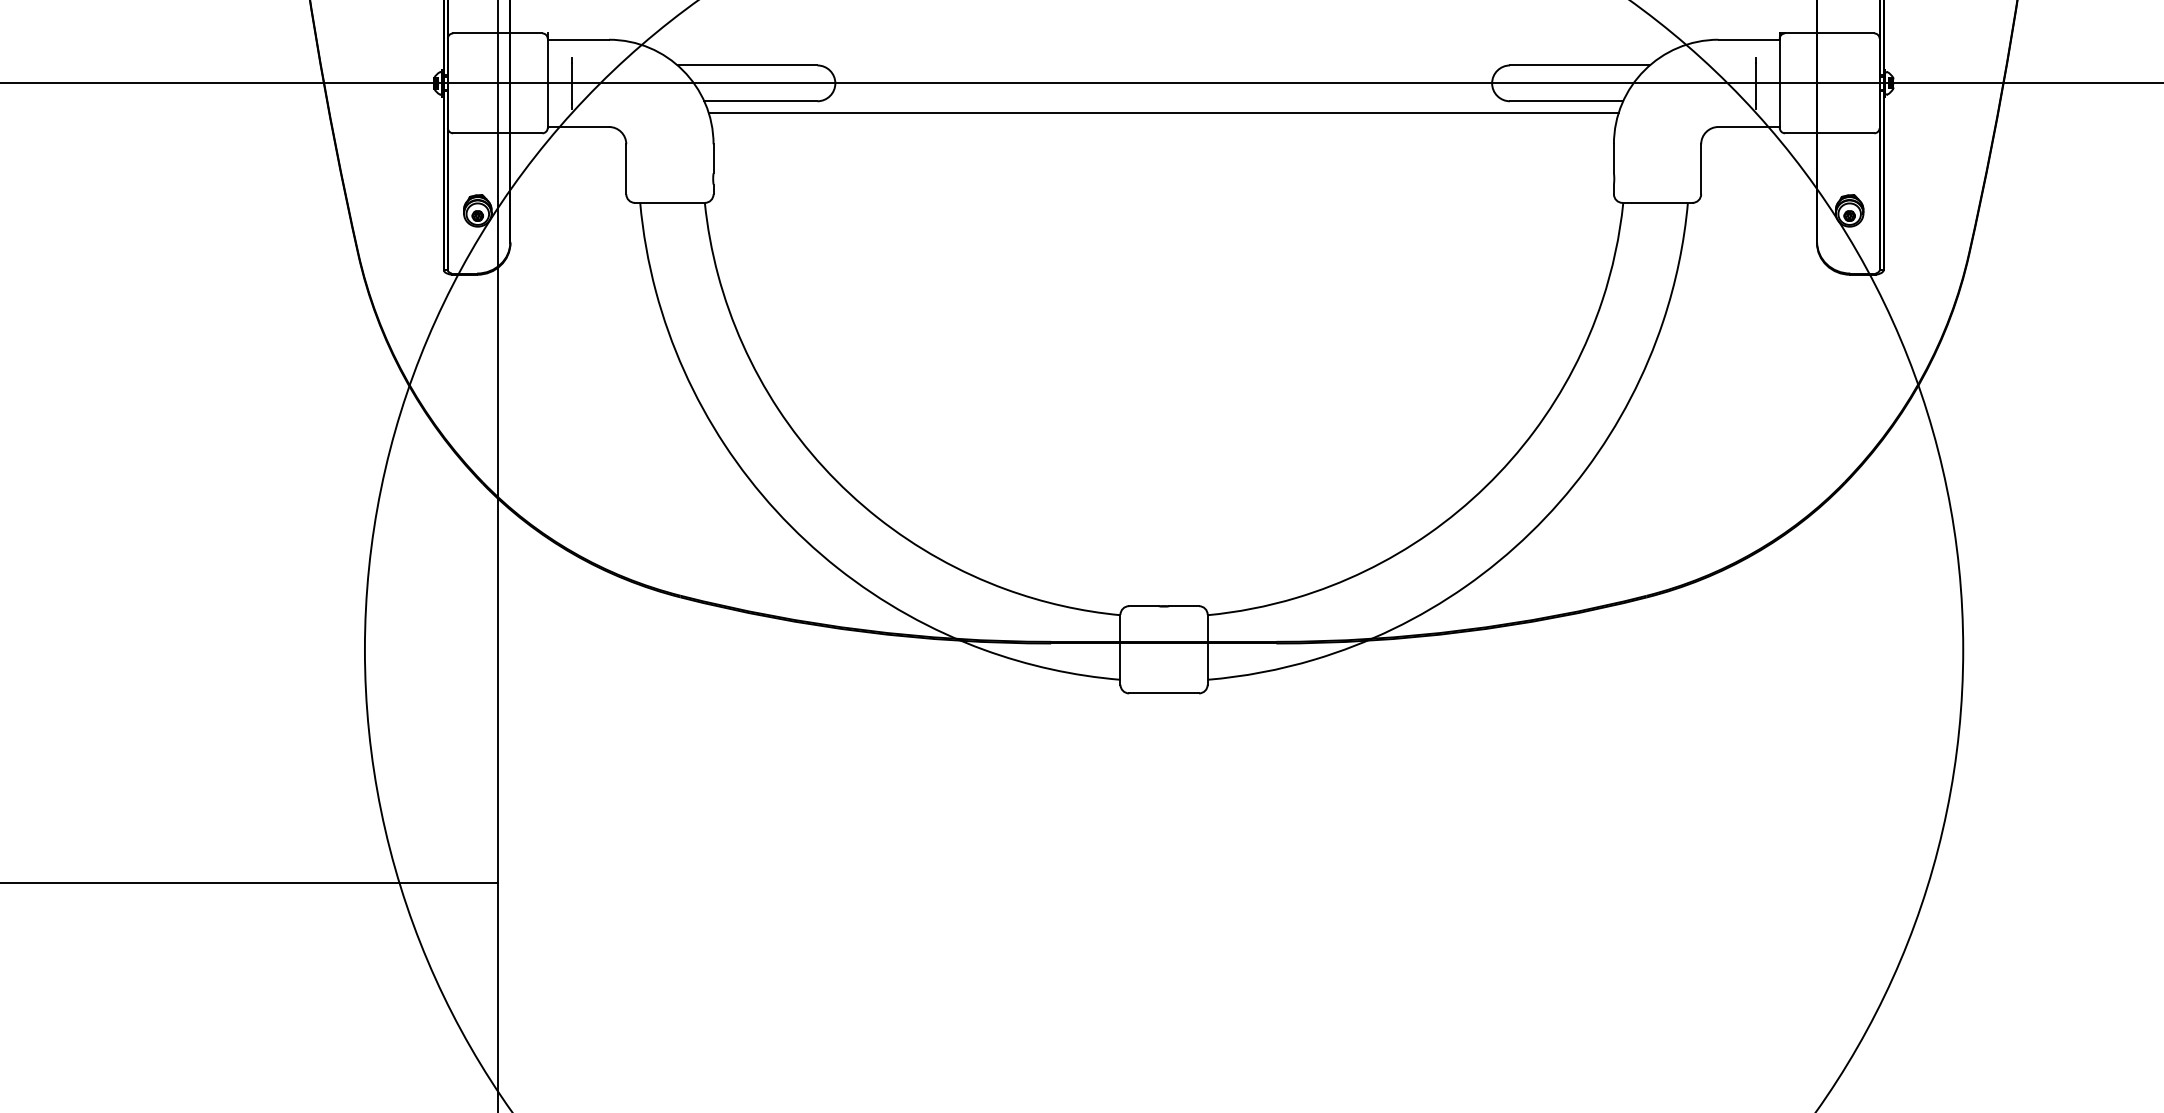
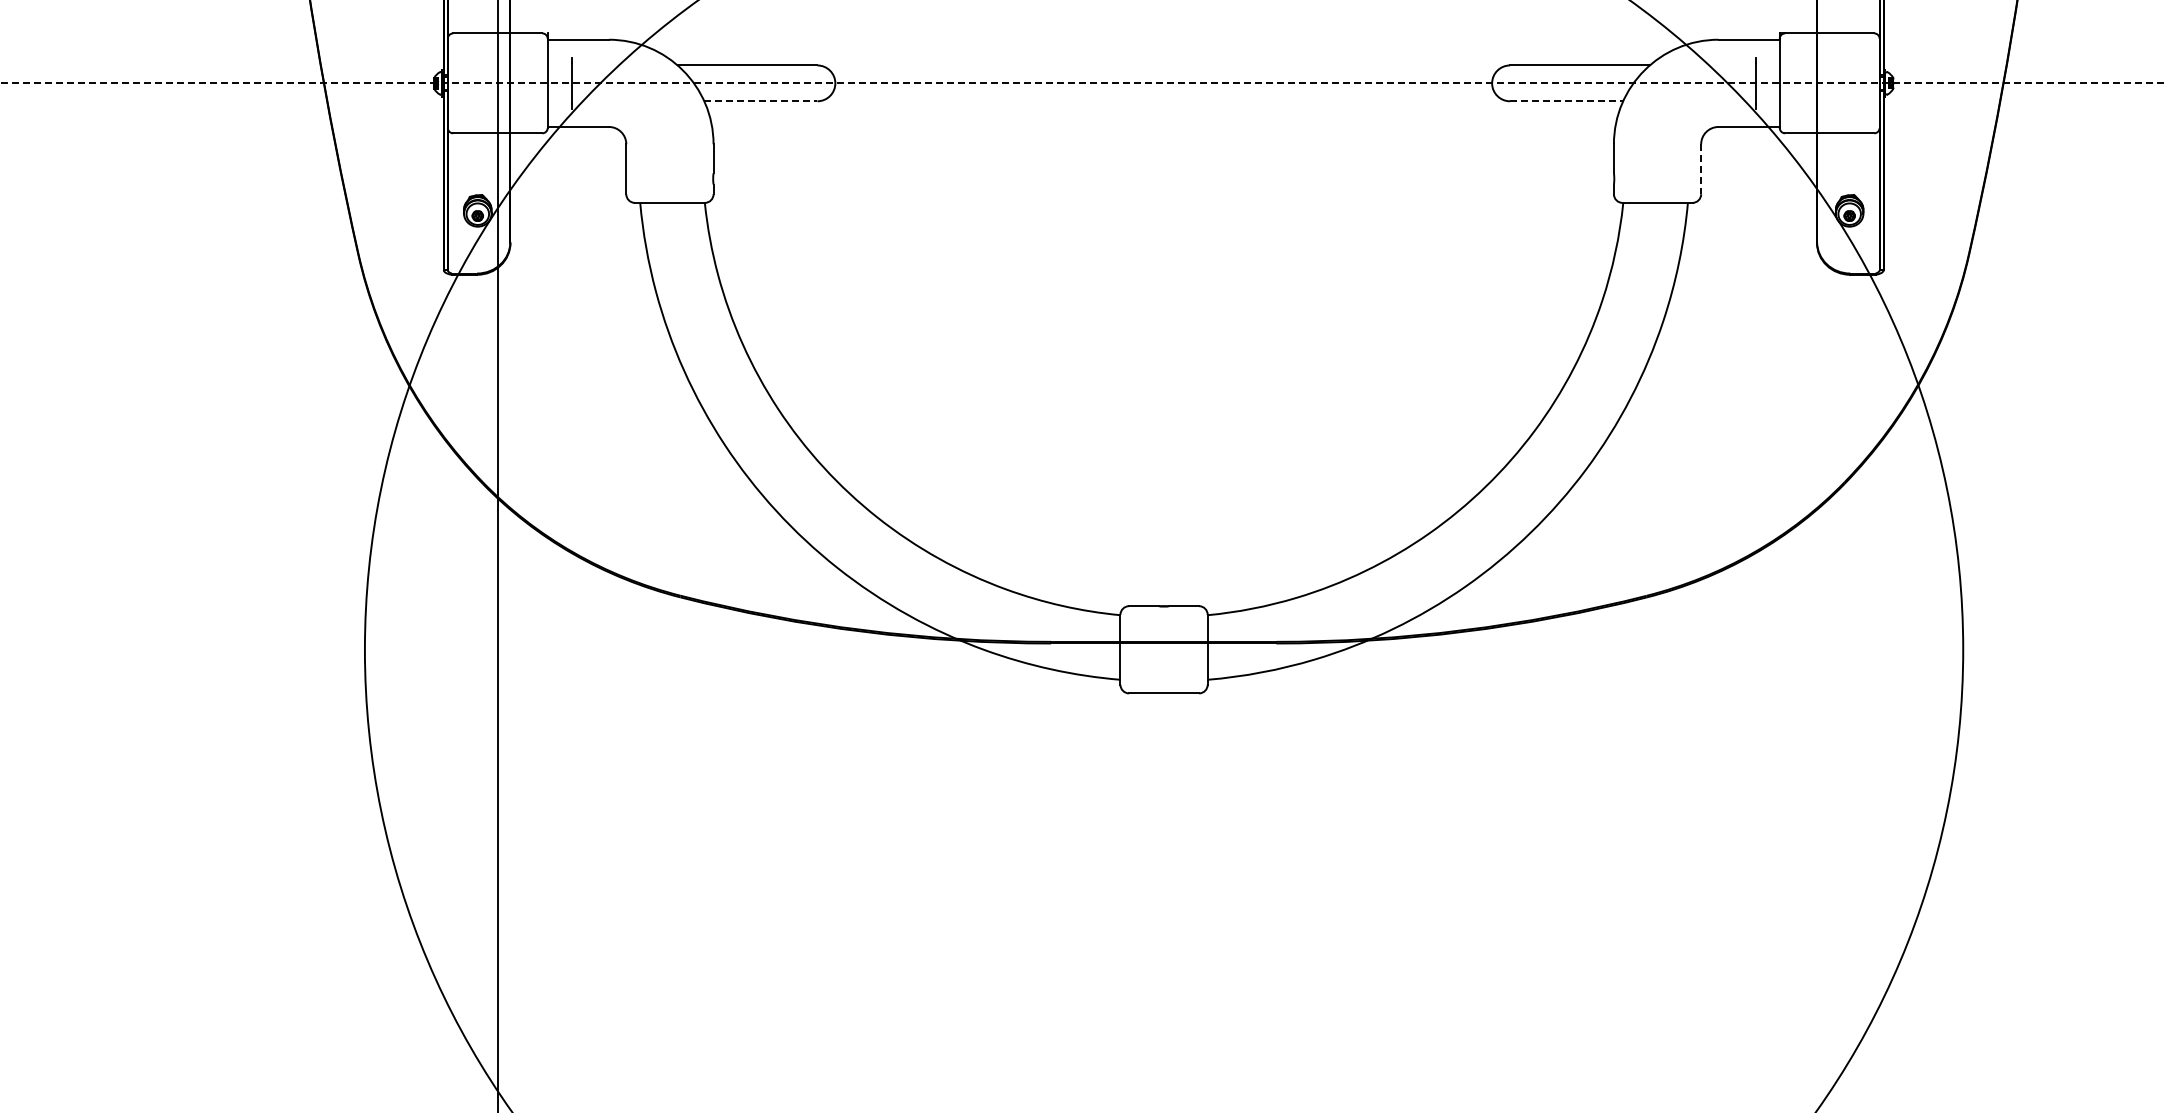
line at (1081, 83): solid -> dashed
line at (760, 101): solid -> dashed
line at (1566, 101): solid -> dashed
line at (1163, 113): present -> none
line at (1701, 169): solid -> dashed
line at (249, 882): present -> none
